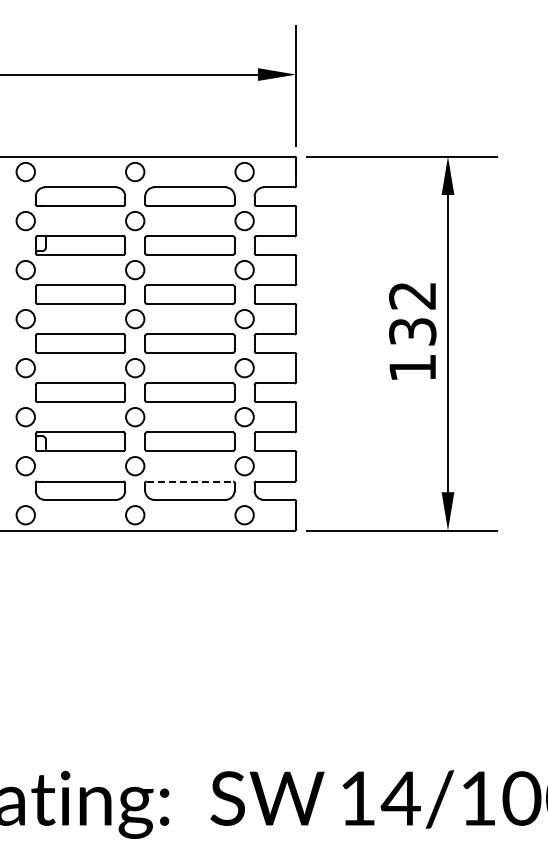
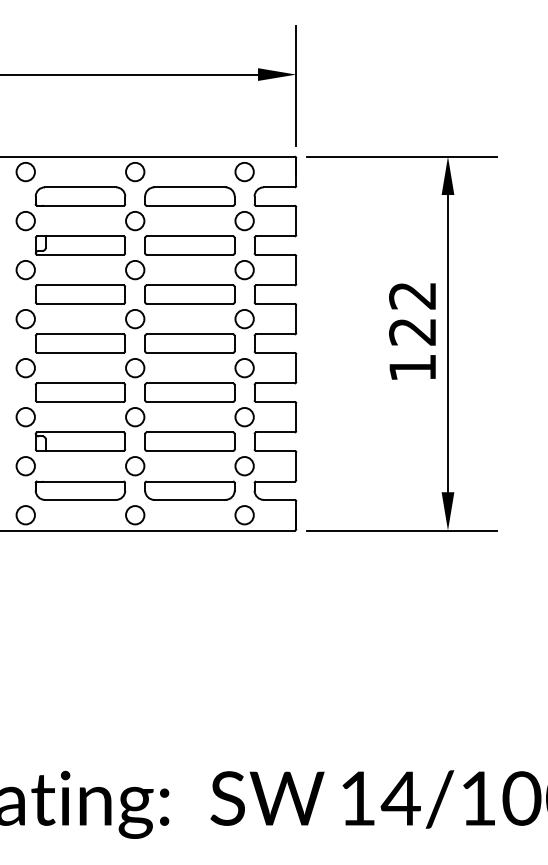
text at (412, 331): 132 -> 122
line at (190, 481): dashed -> solid
